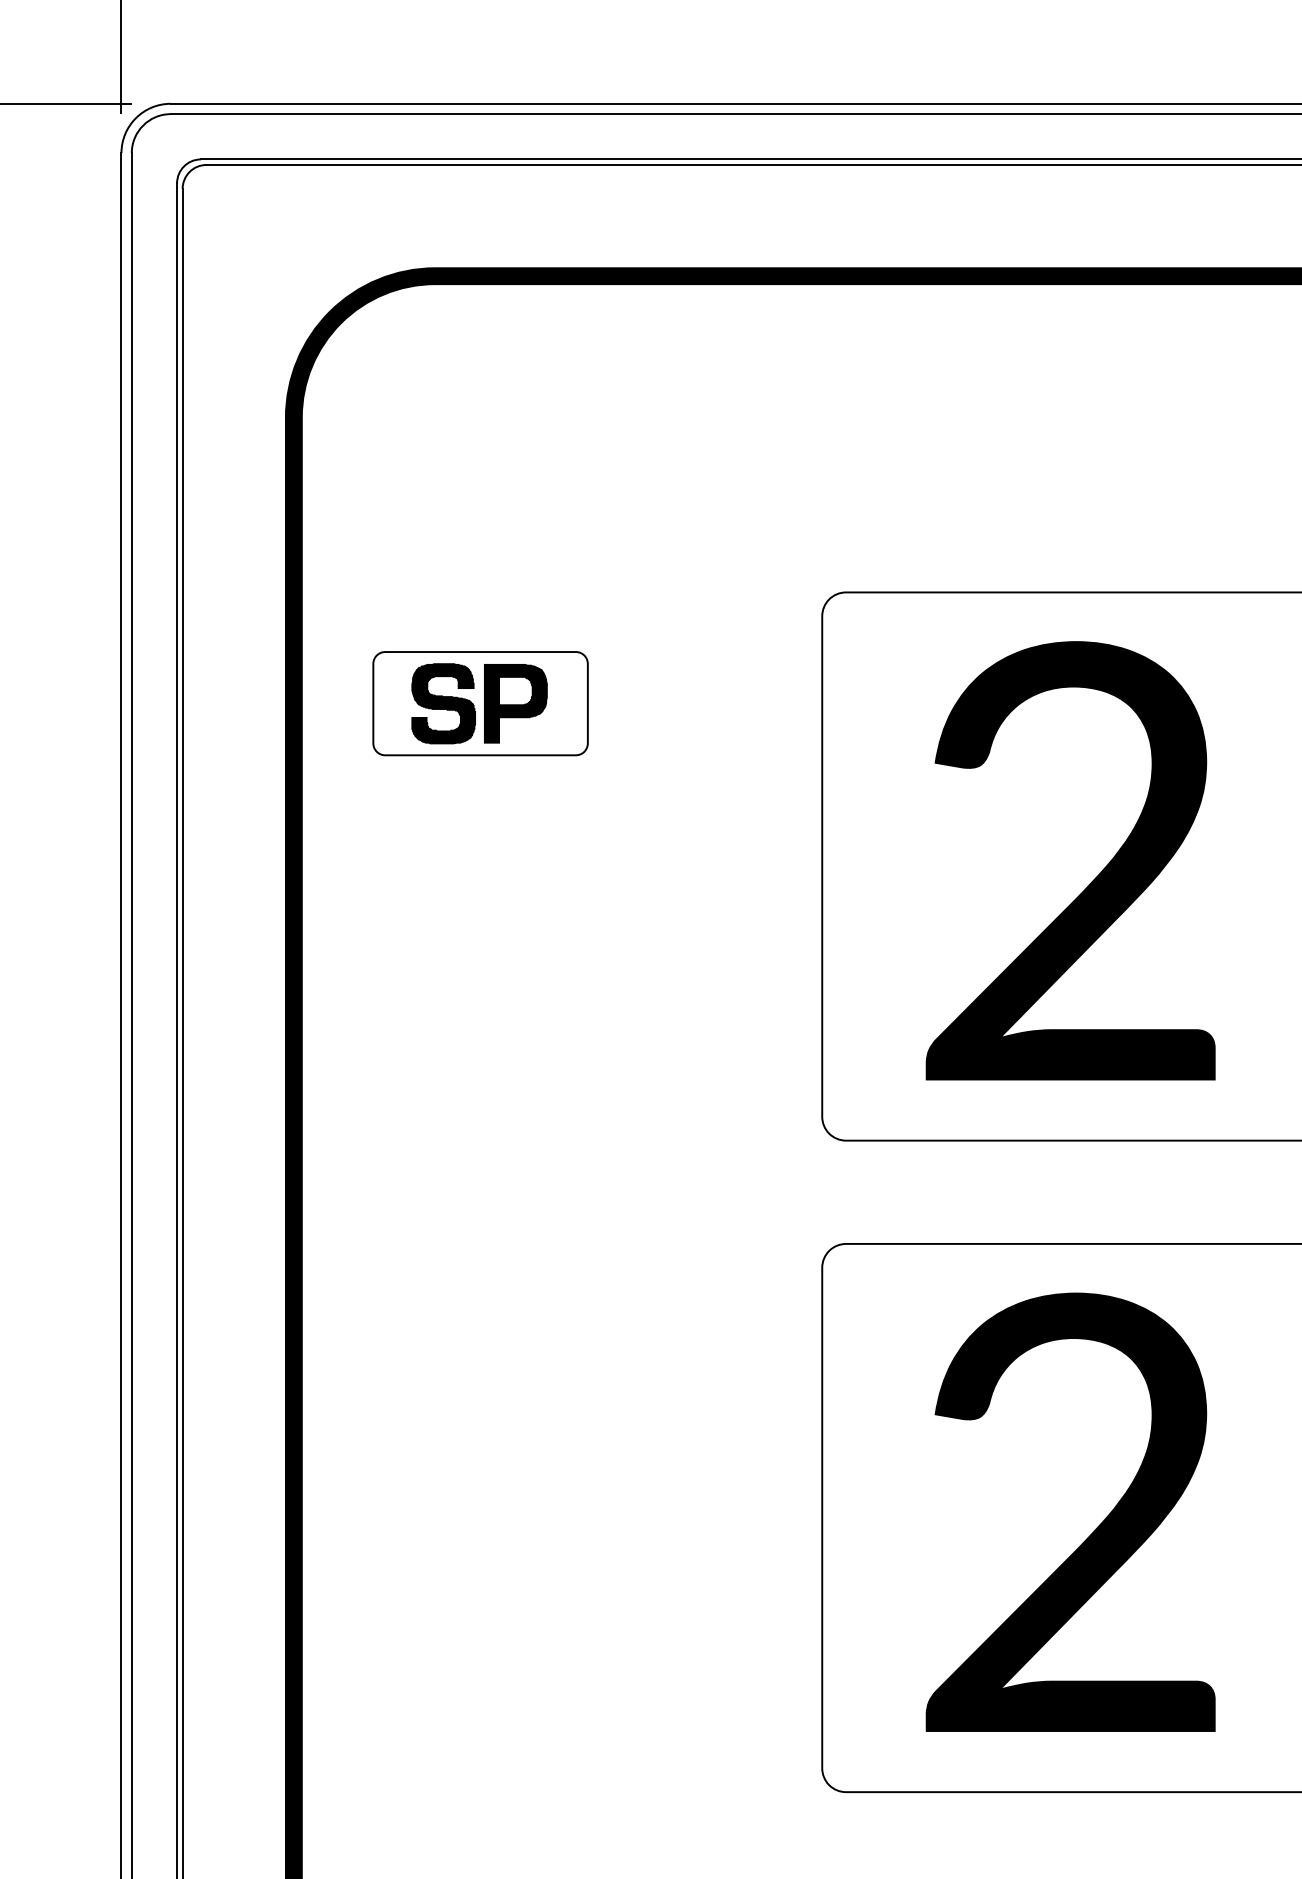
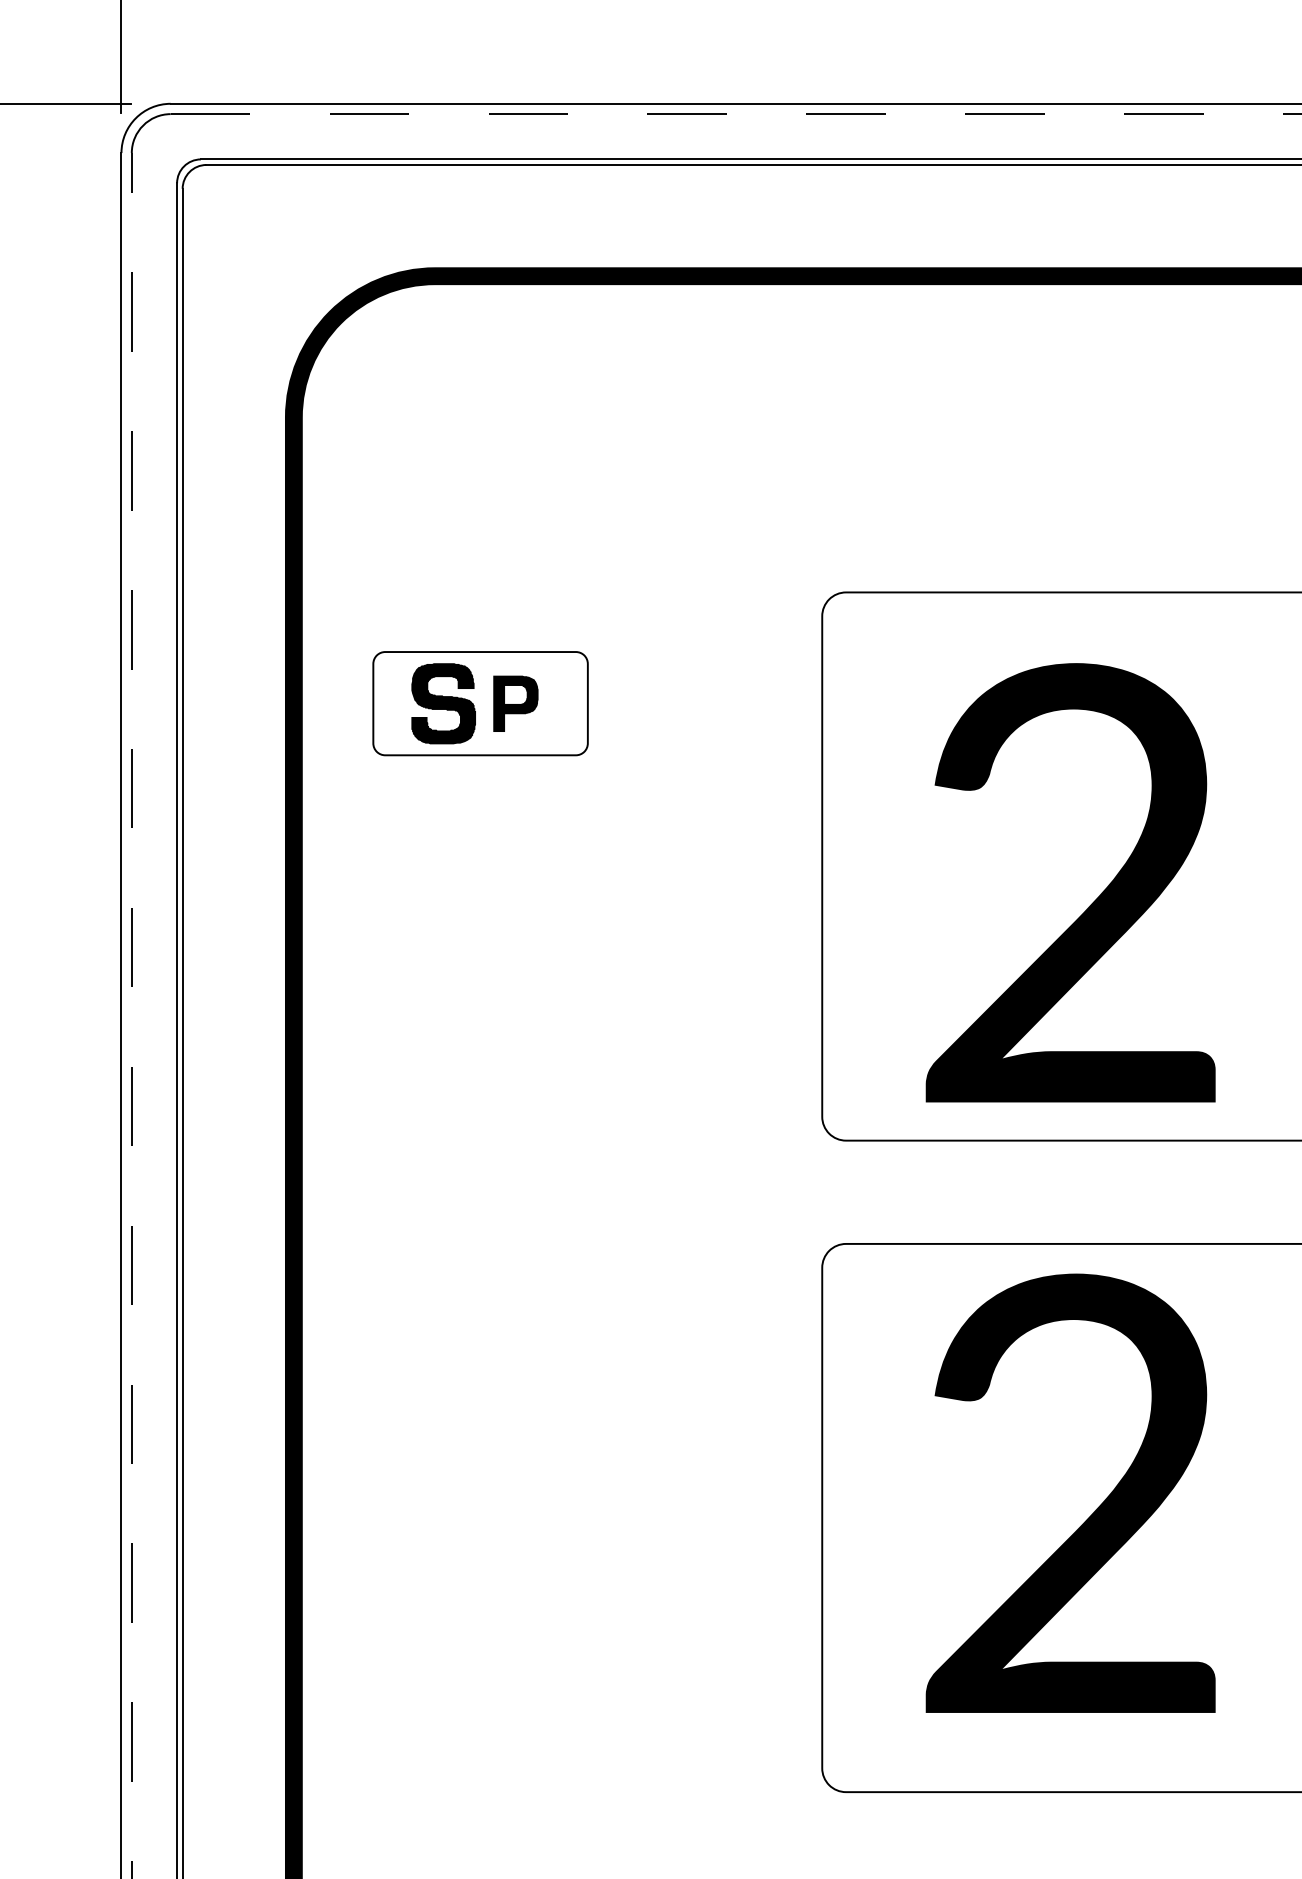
line at (736, 114): solid -> dashed
part at (515, 703) size: 64x80 px -> 46x57 px
text at (1070, 860) position: (1070, 860) -> (1070, 882)
line at (131, 1015): solid -> dashed
text at (1070, 1511) position: (1070, 1511) -> (1070, 1492)
